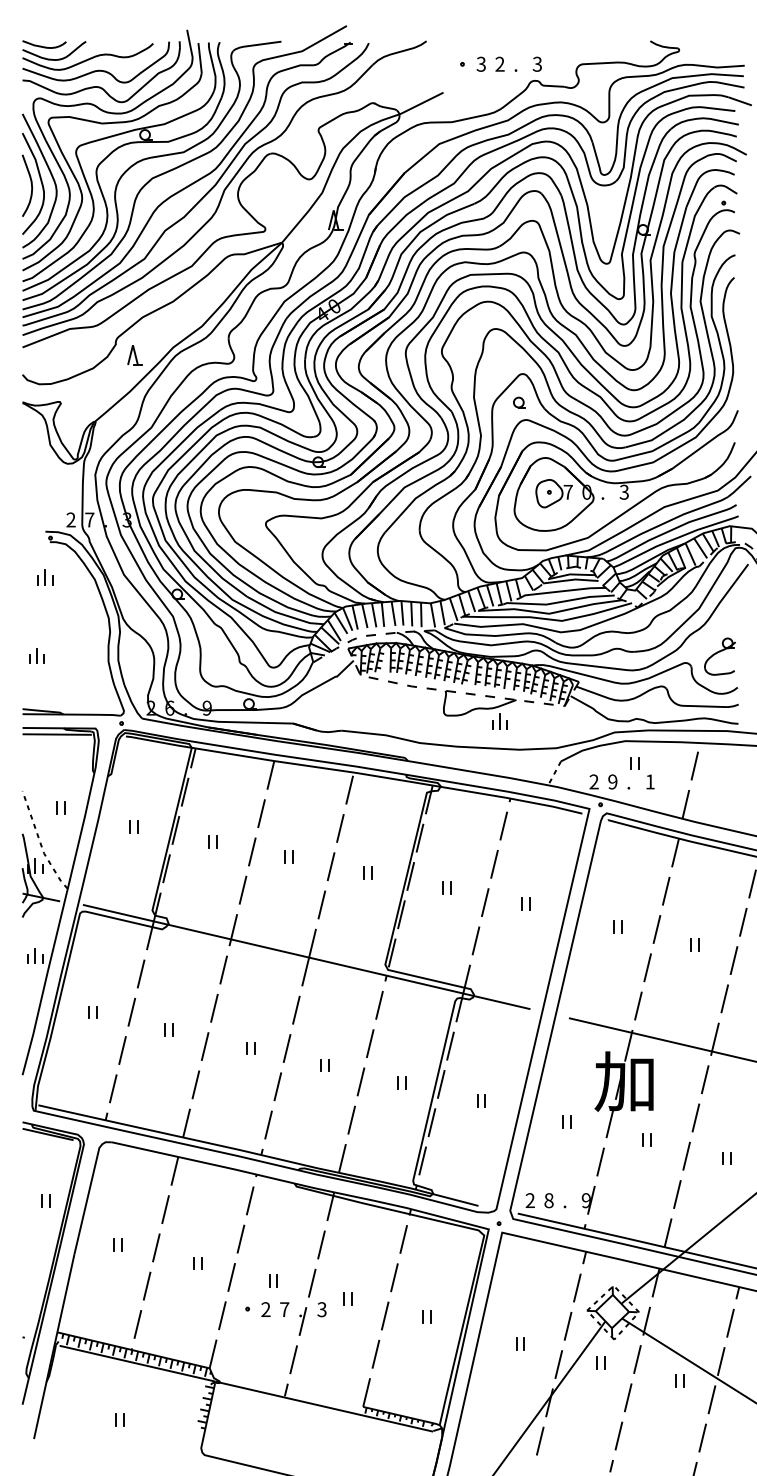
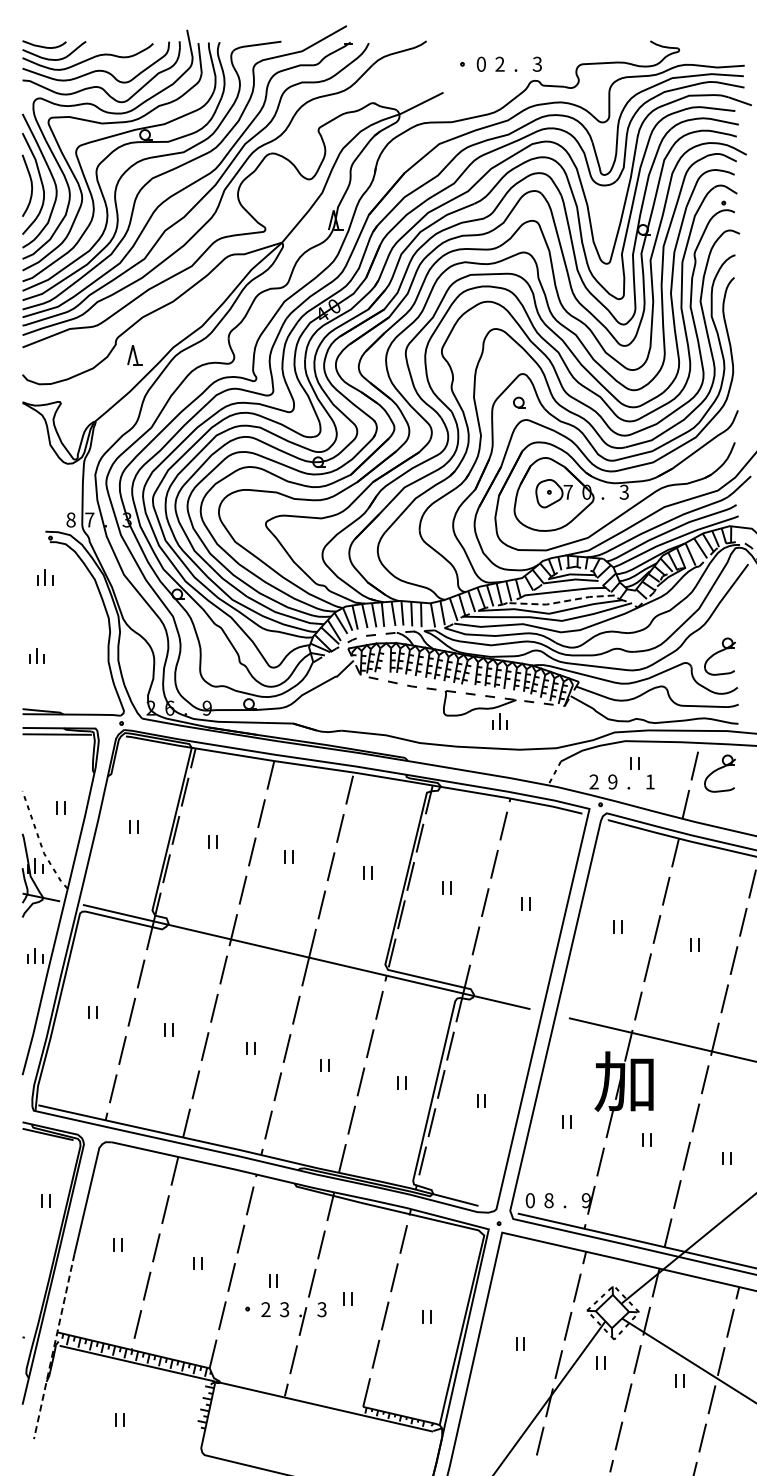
text at (480, 64): 3 -> 0
text at (70, 519): 2 -> 8
line at (561, 602): solid -> dashed
part at (719, 773): none -> present
text at (529, 1200): 2 -> 0
text at (284, 1309): 7 -> 3
line at (54, 1345): solid -> dashed
